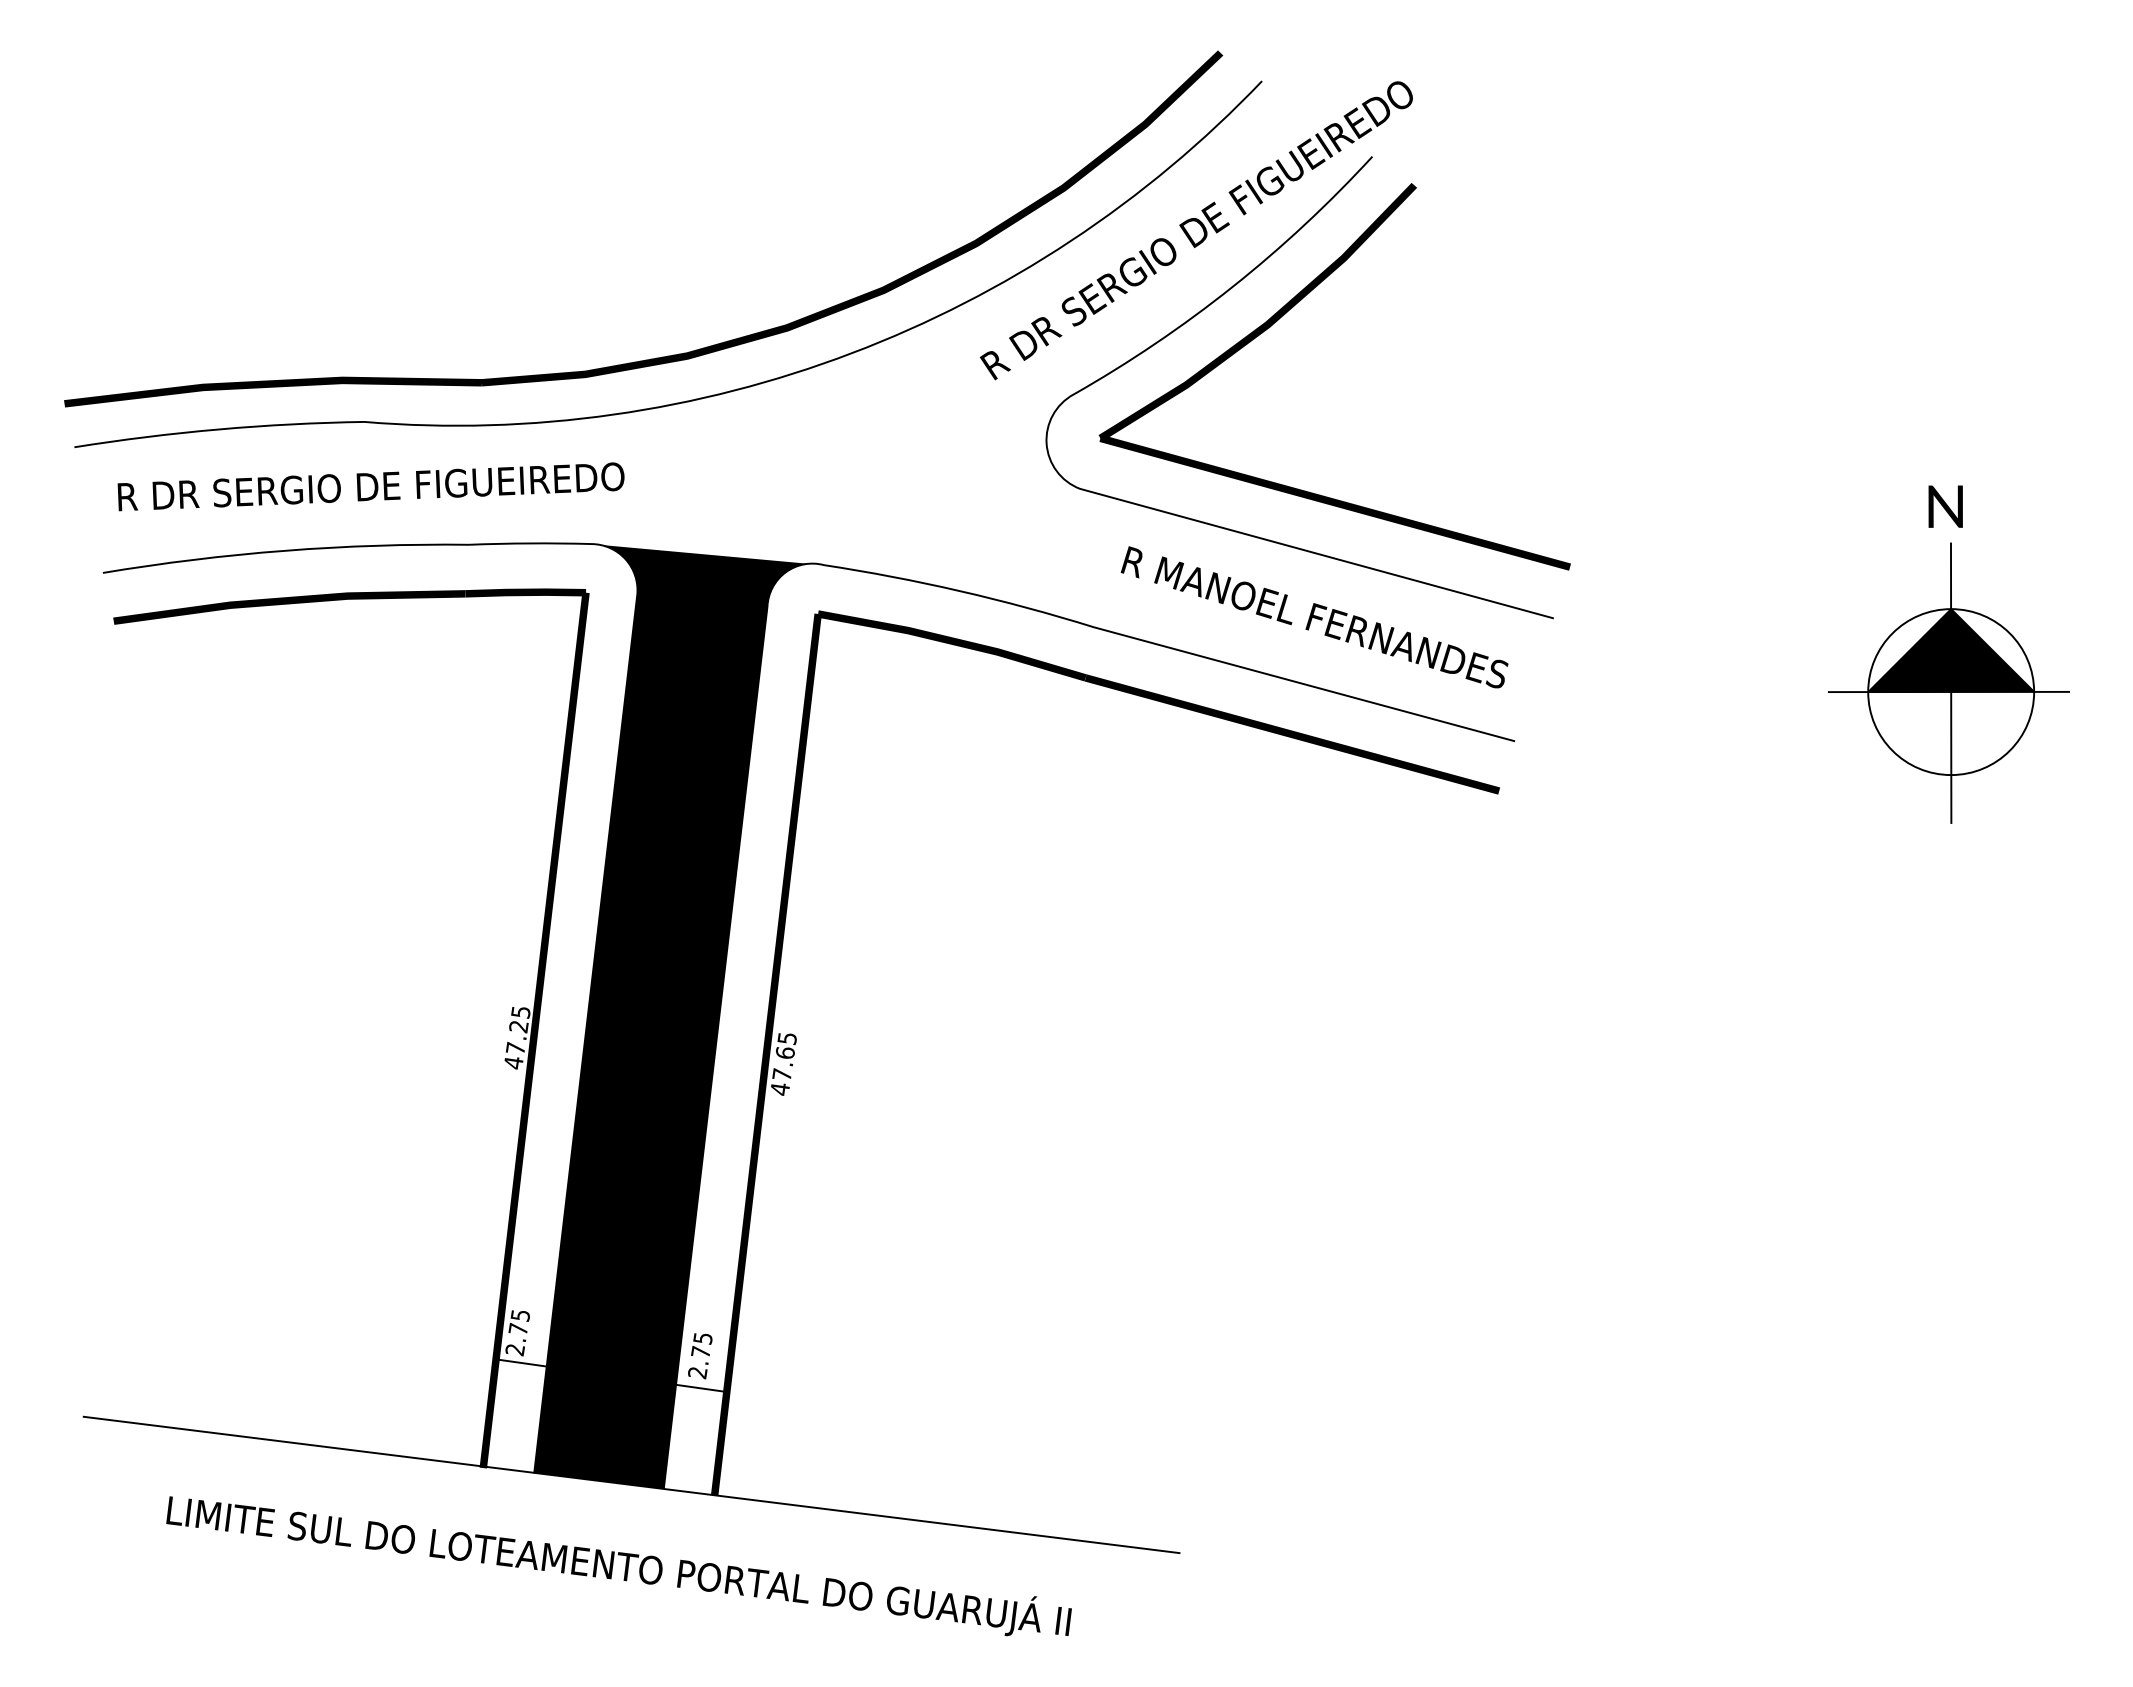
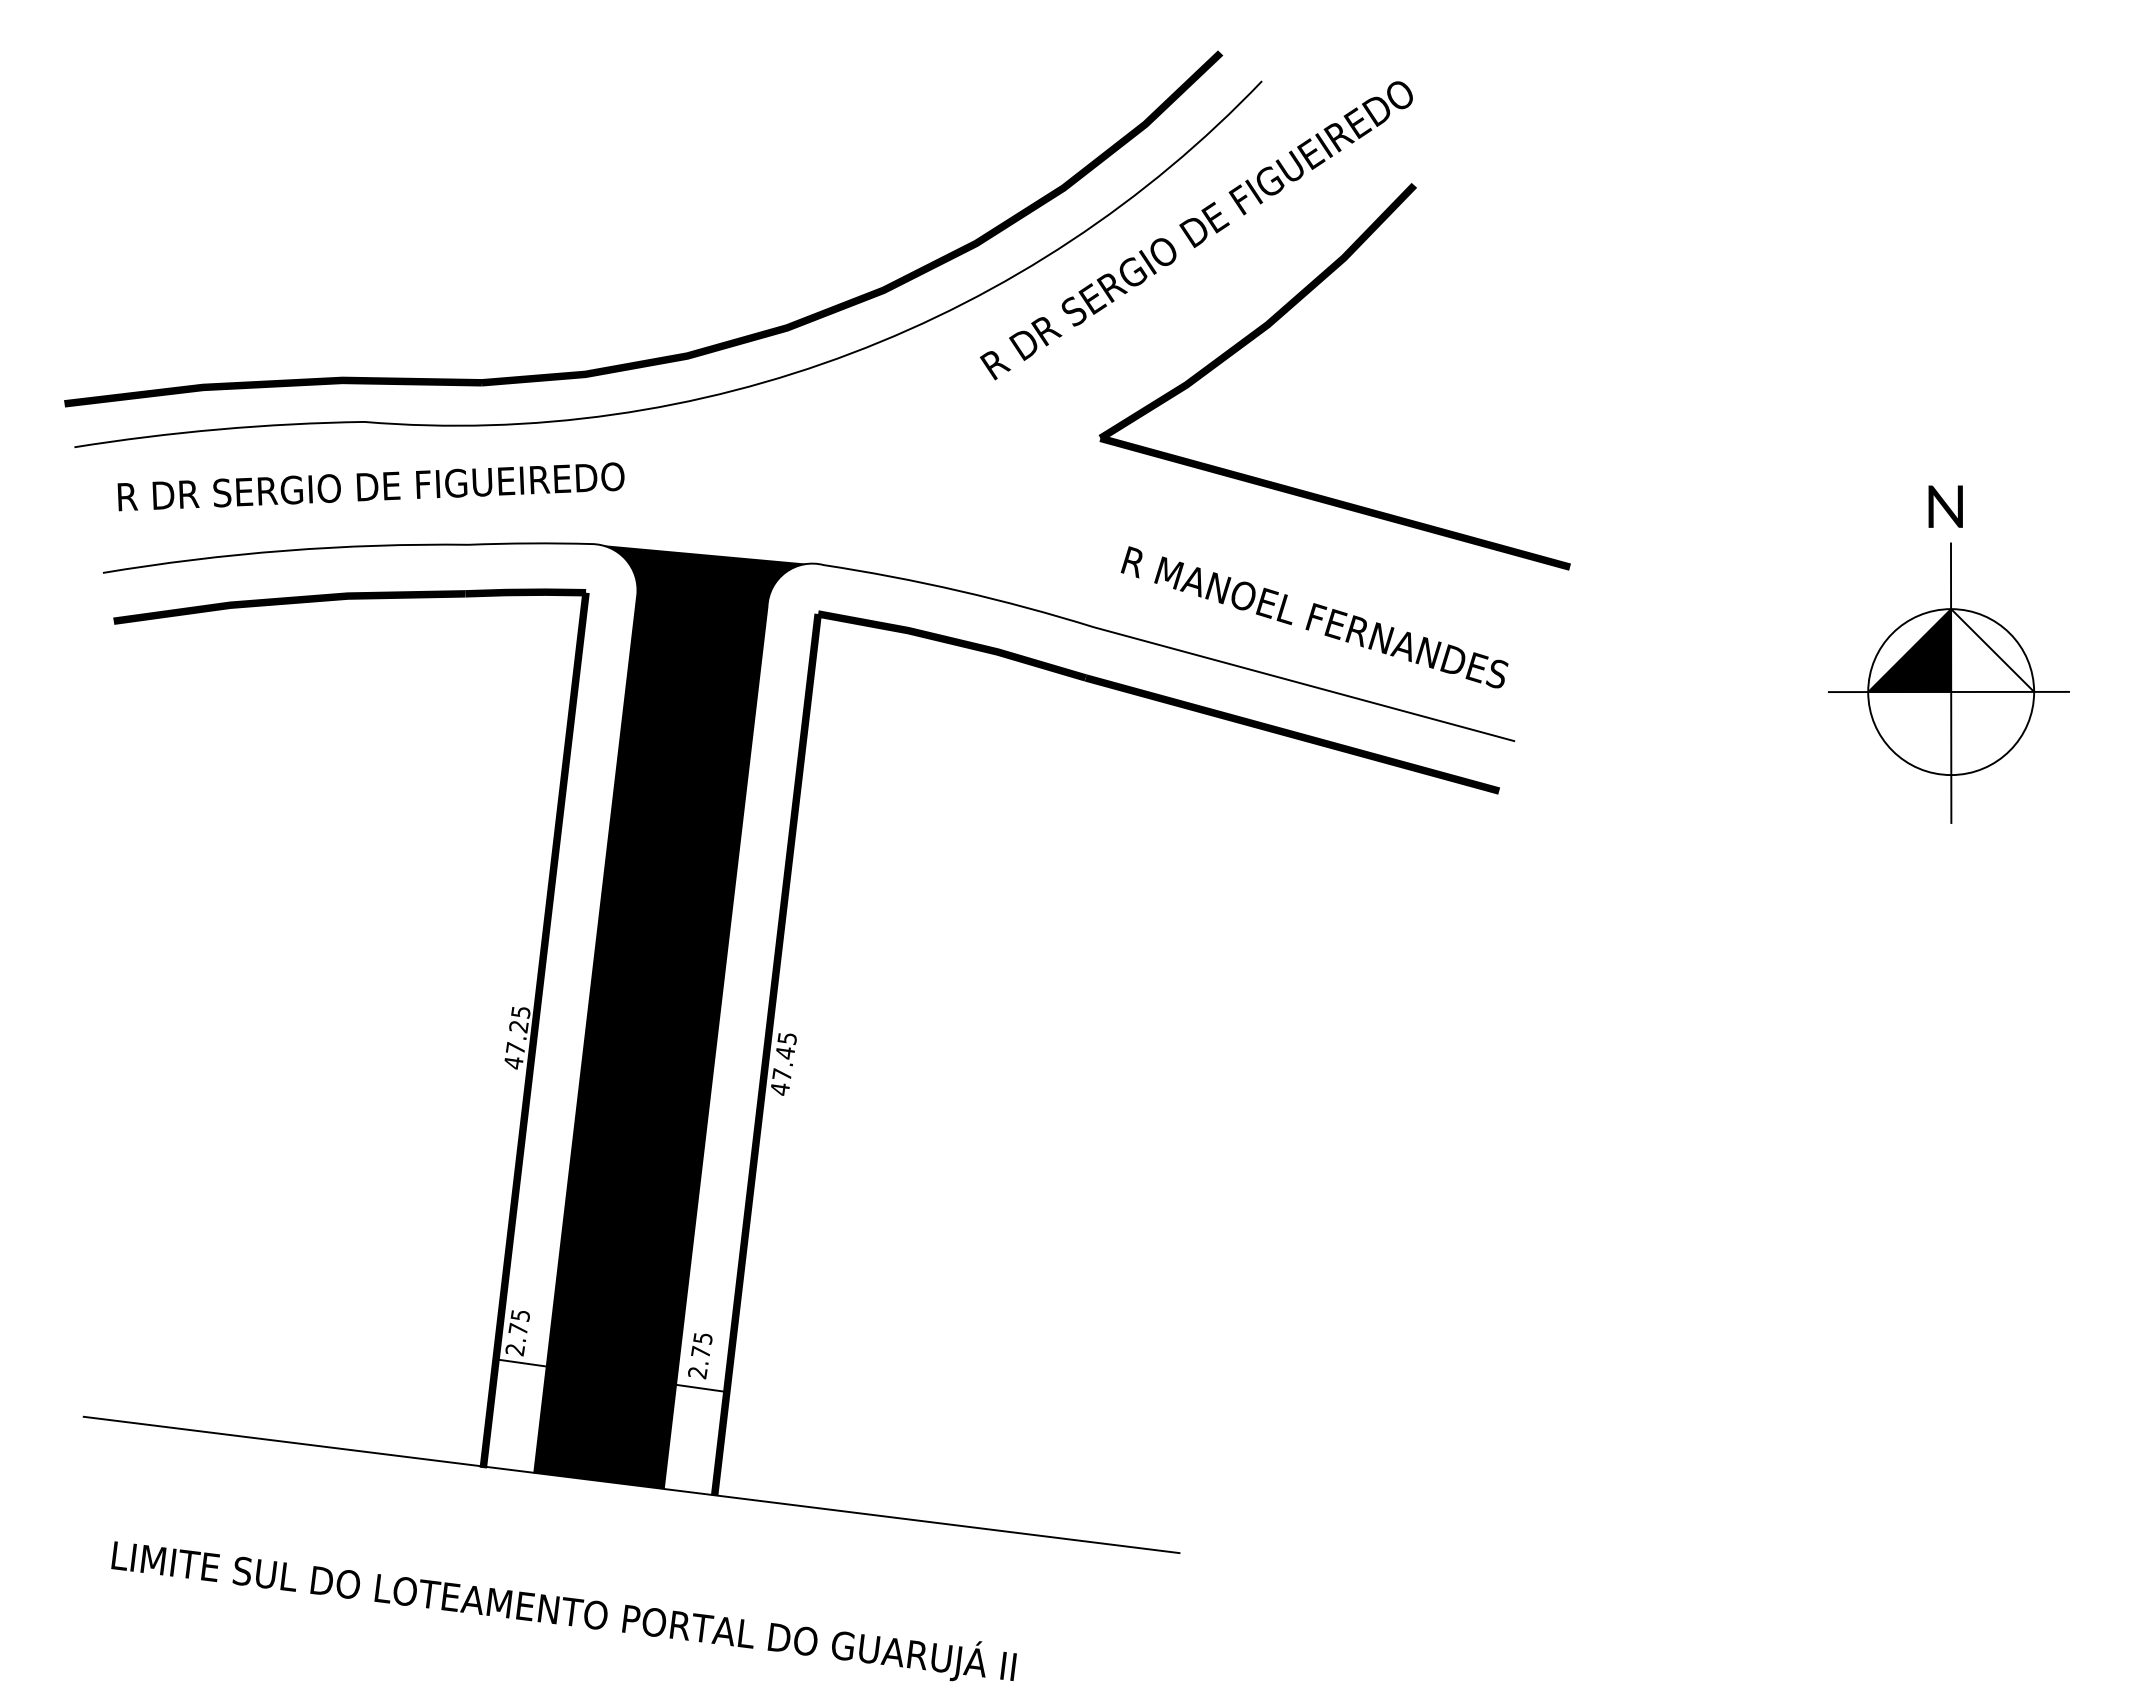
curve at (1227, 292): present -> none
fill at (1992, 650): present -> none
text at (784, 1053): 47.65 -> 47.45
text at (618, 1566) position: (618, 1566) -> (563, 1611)
